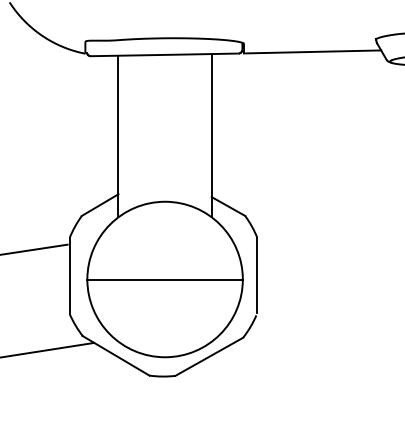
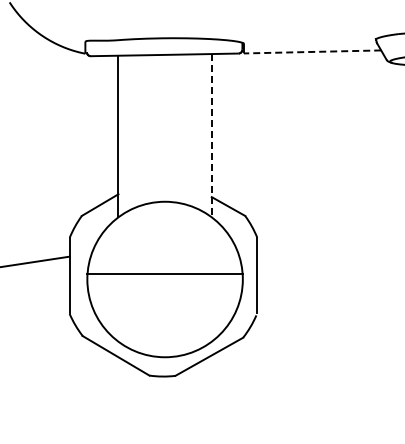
line at (312, 51): solid -> dashed
line at (211, 135): solid -> dashed
line at (34, 249) position: (34, 249) -> (35, 261)
line at (164, 279) position: (164, 279) -> (164, 273)
line at (48, 349): present -> none
